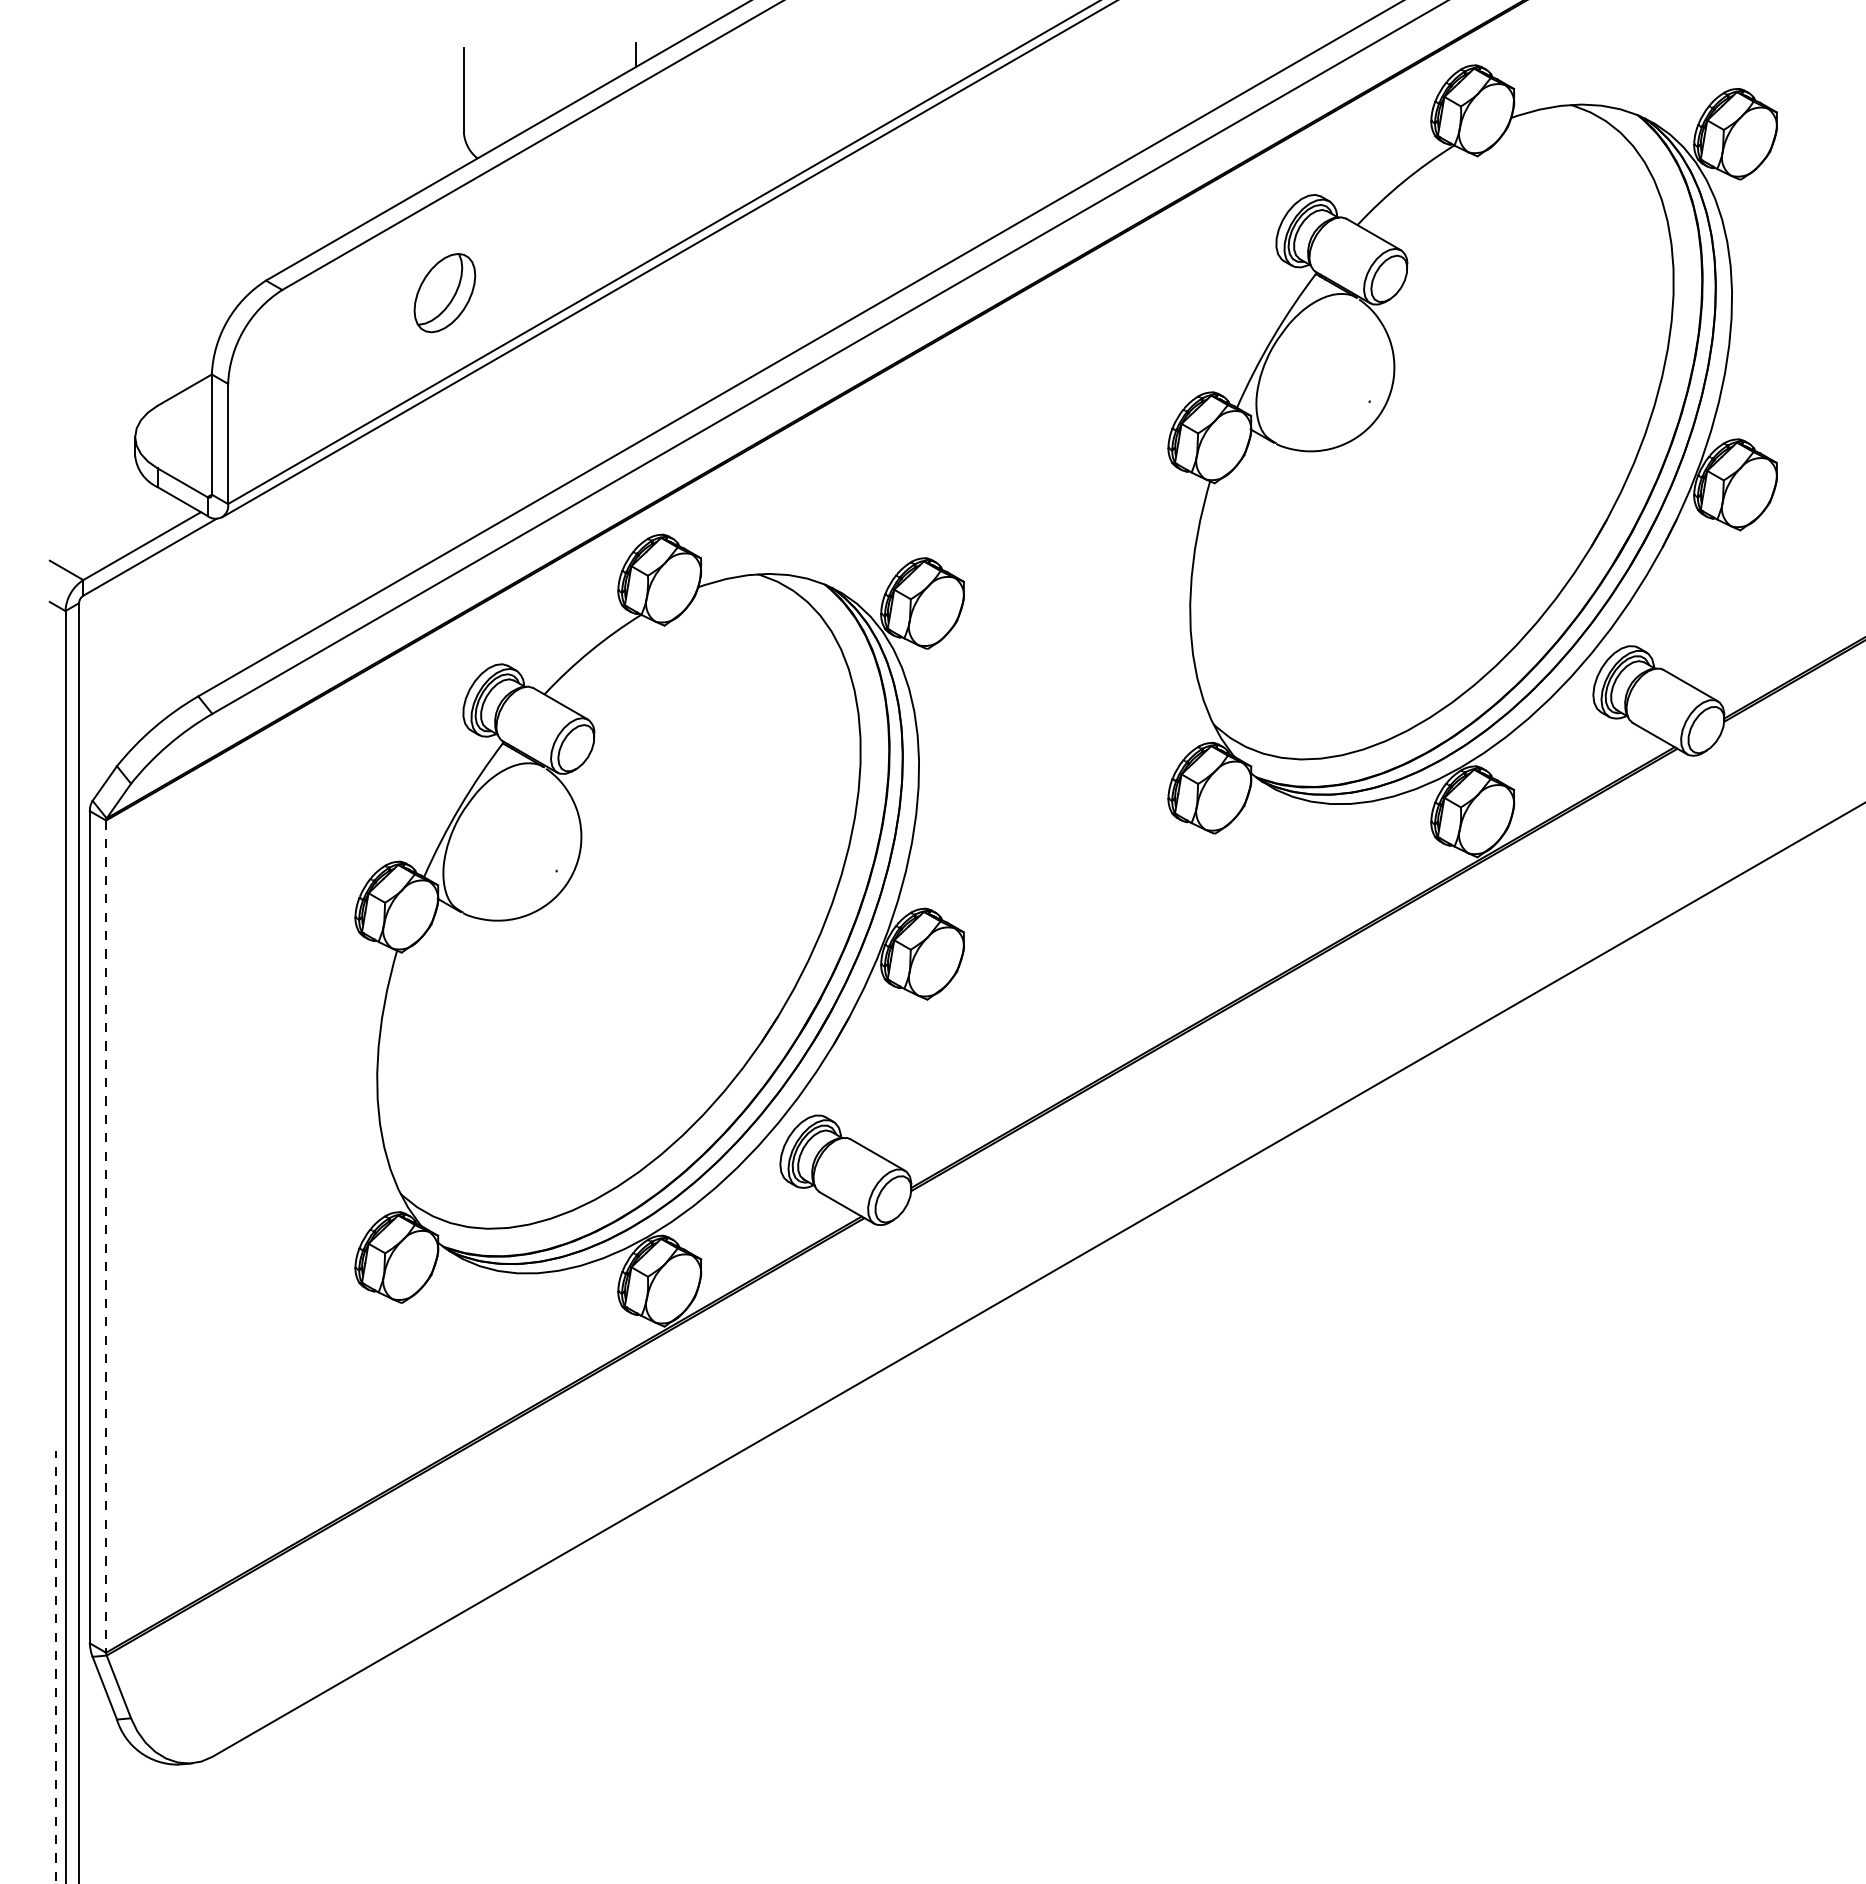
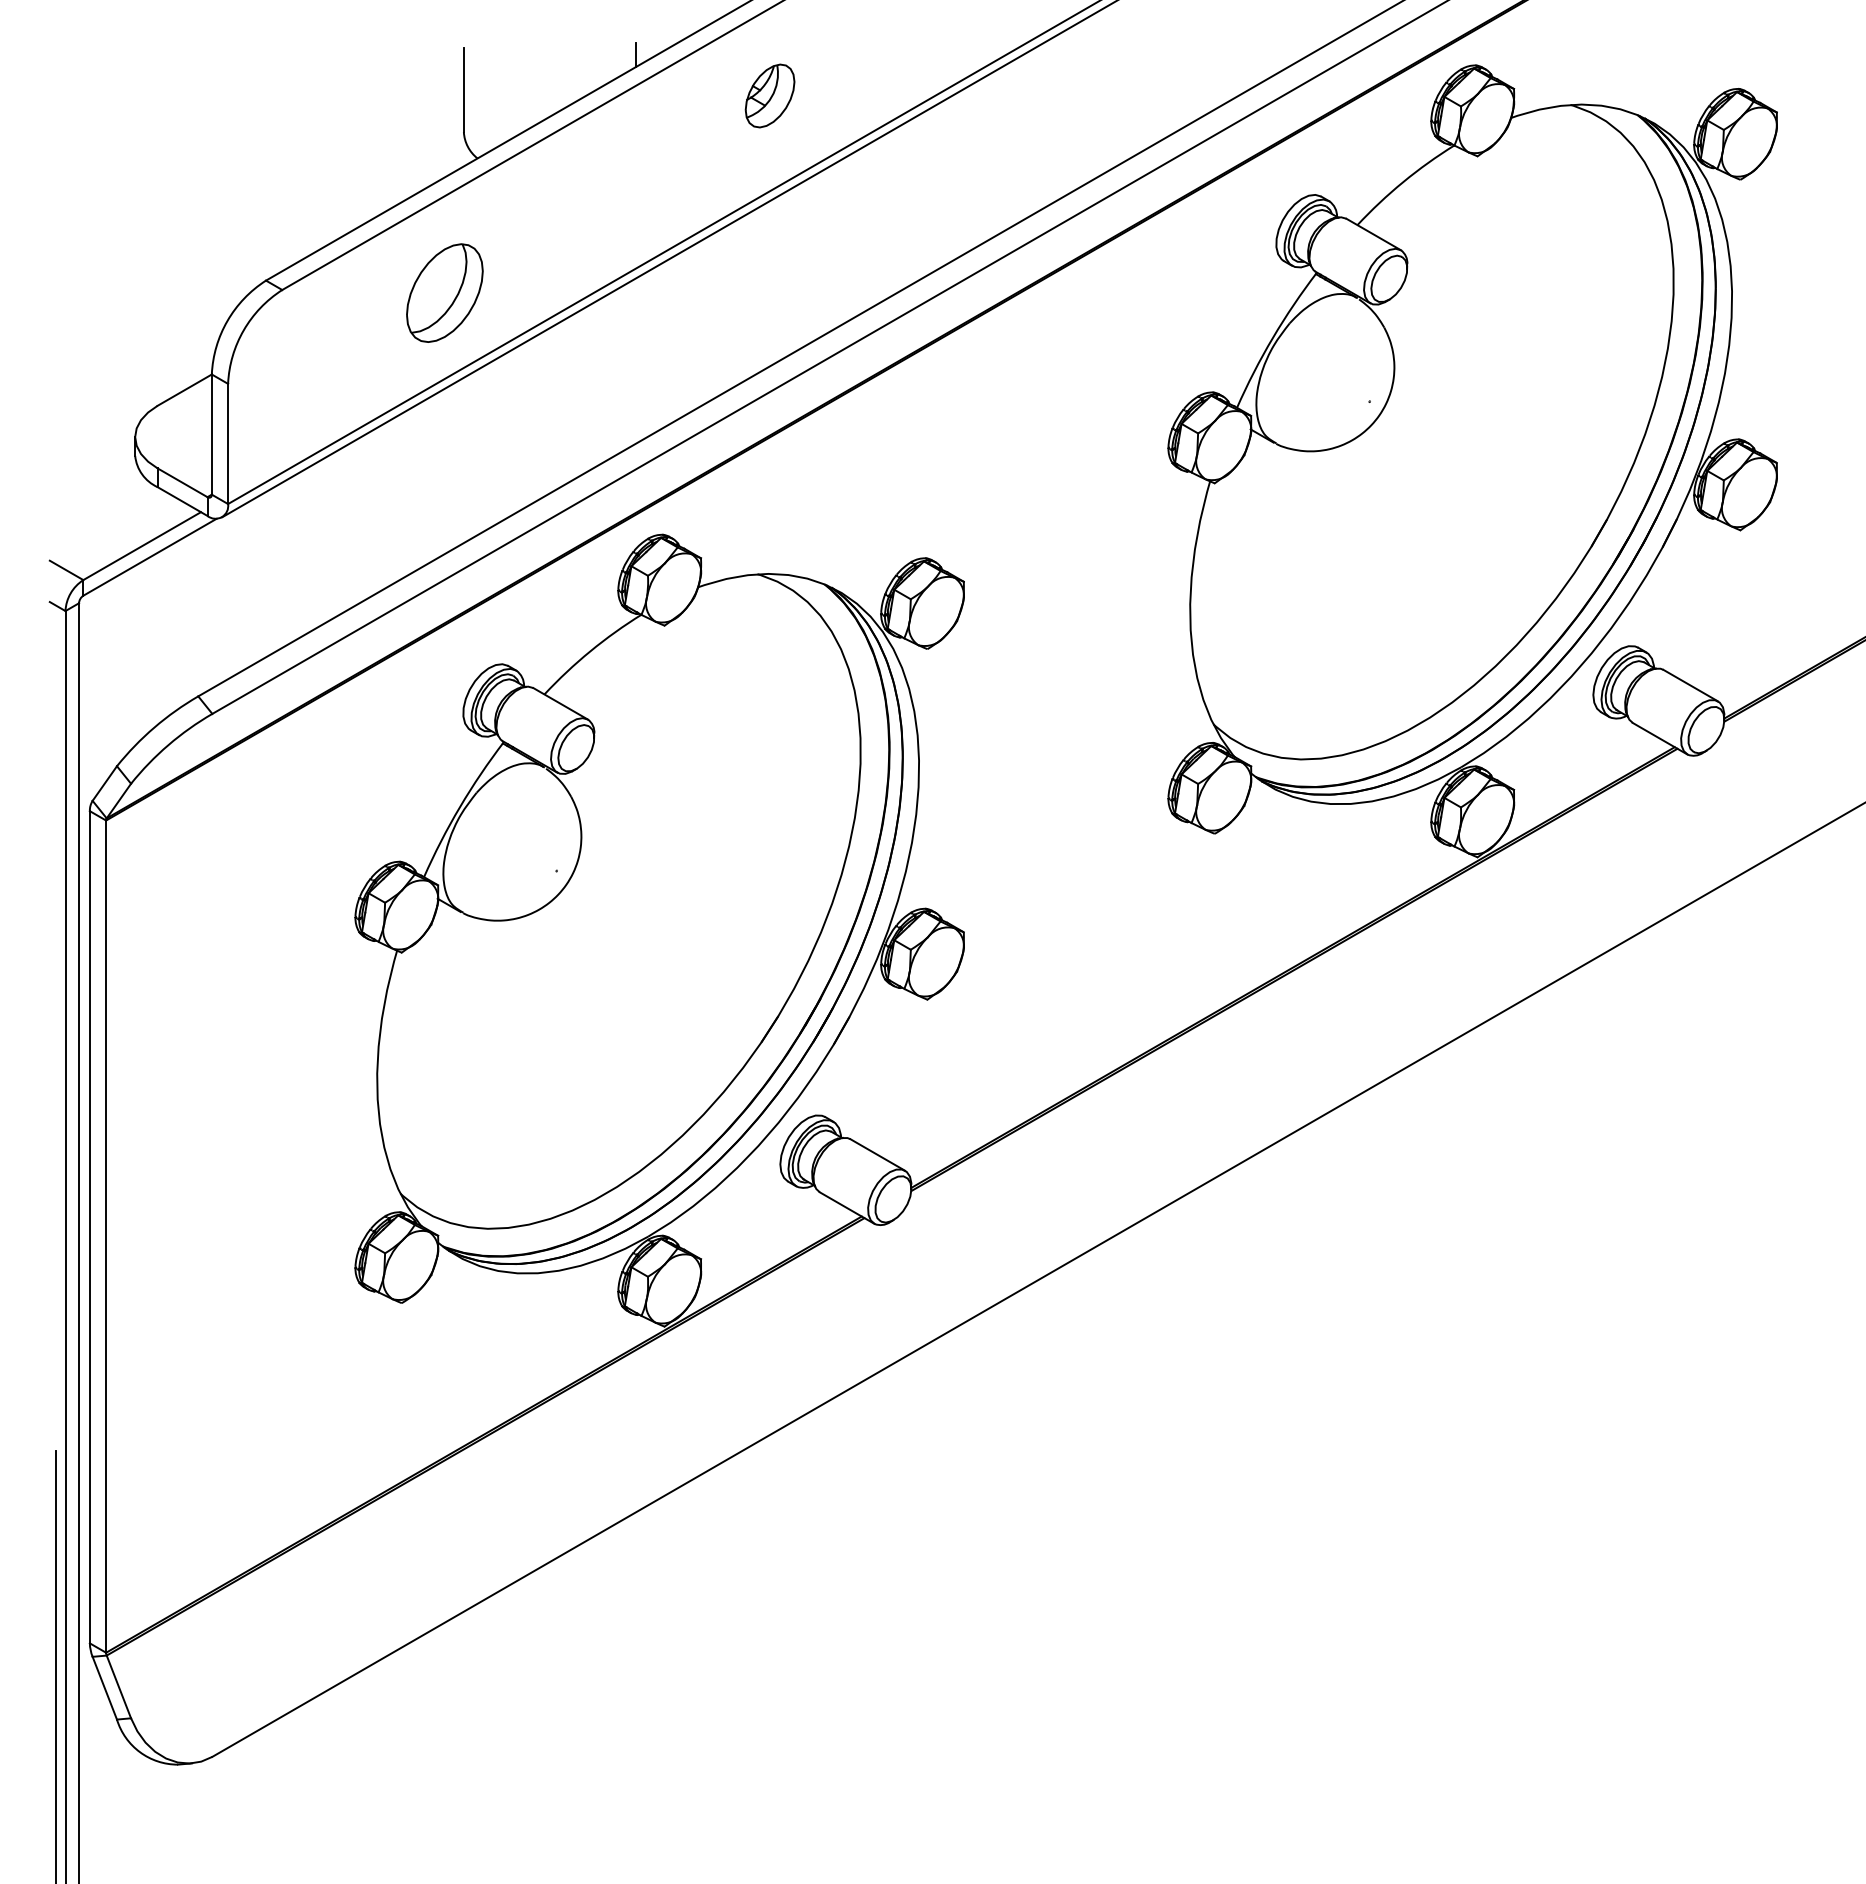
part at (769, 95): none -> present
part at (444, 293) size: 64x81 px -> 78x100 px
line at (106, 1237): dashed -> solid
line at (55, 1666): dashed -> solid
